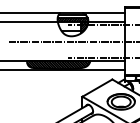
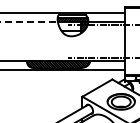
line at (29, 22): solid -> dashed
line at (72, 41): present -> none
